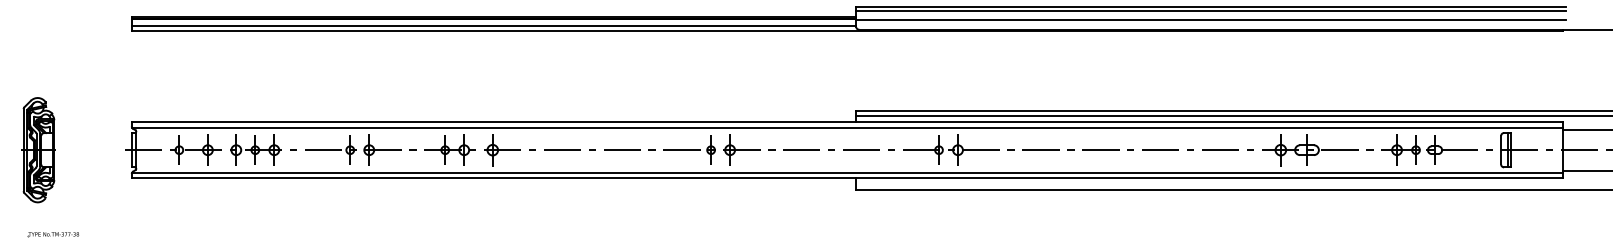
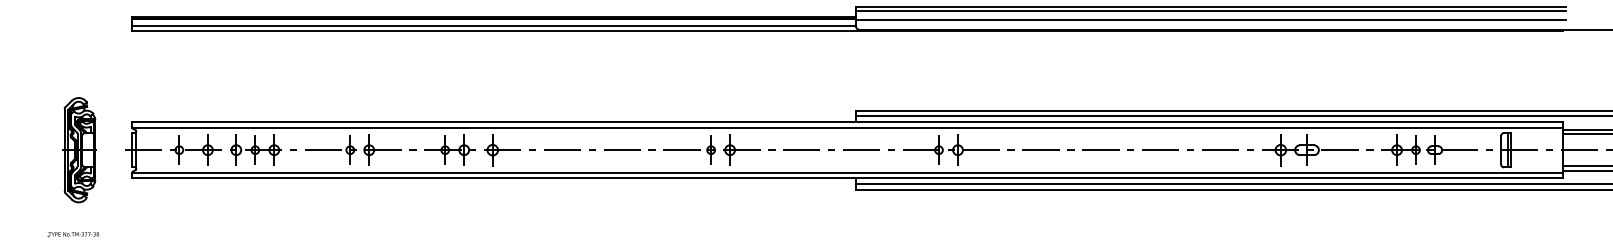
line at (1586, 133): none -> present
part at (38, 150) position: (38, 150) -> (79, 150)
line at (1586, 166): none -> present
line at (1232, 184): none -> present
part at (53, 234) position: (53, 234) -> (73, 234)
